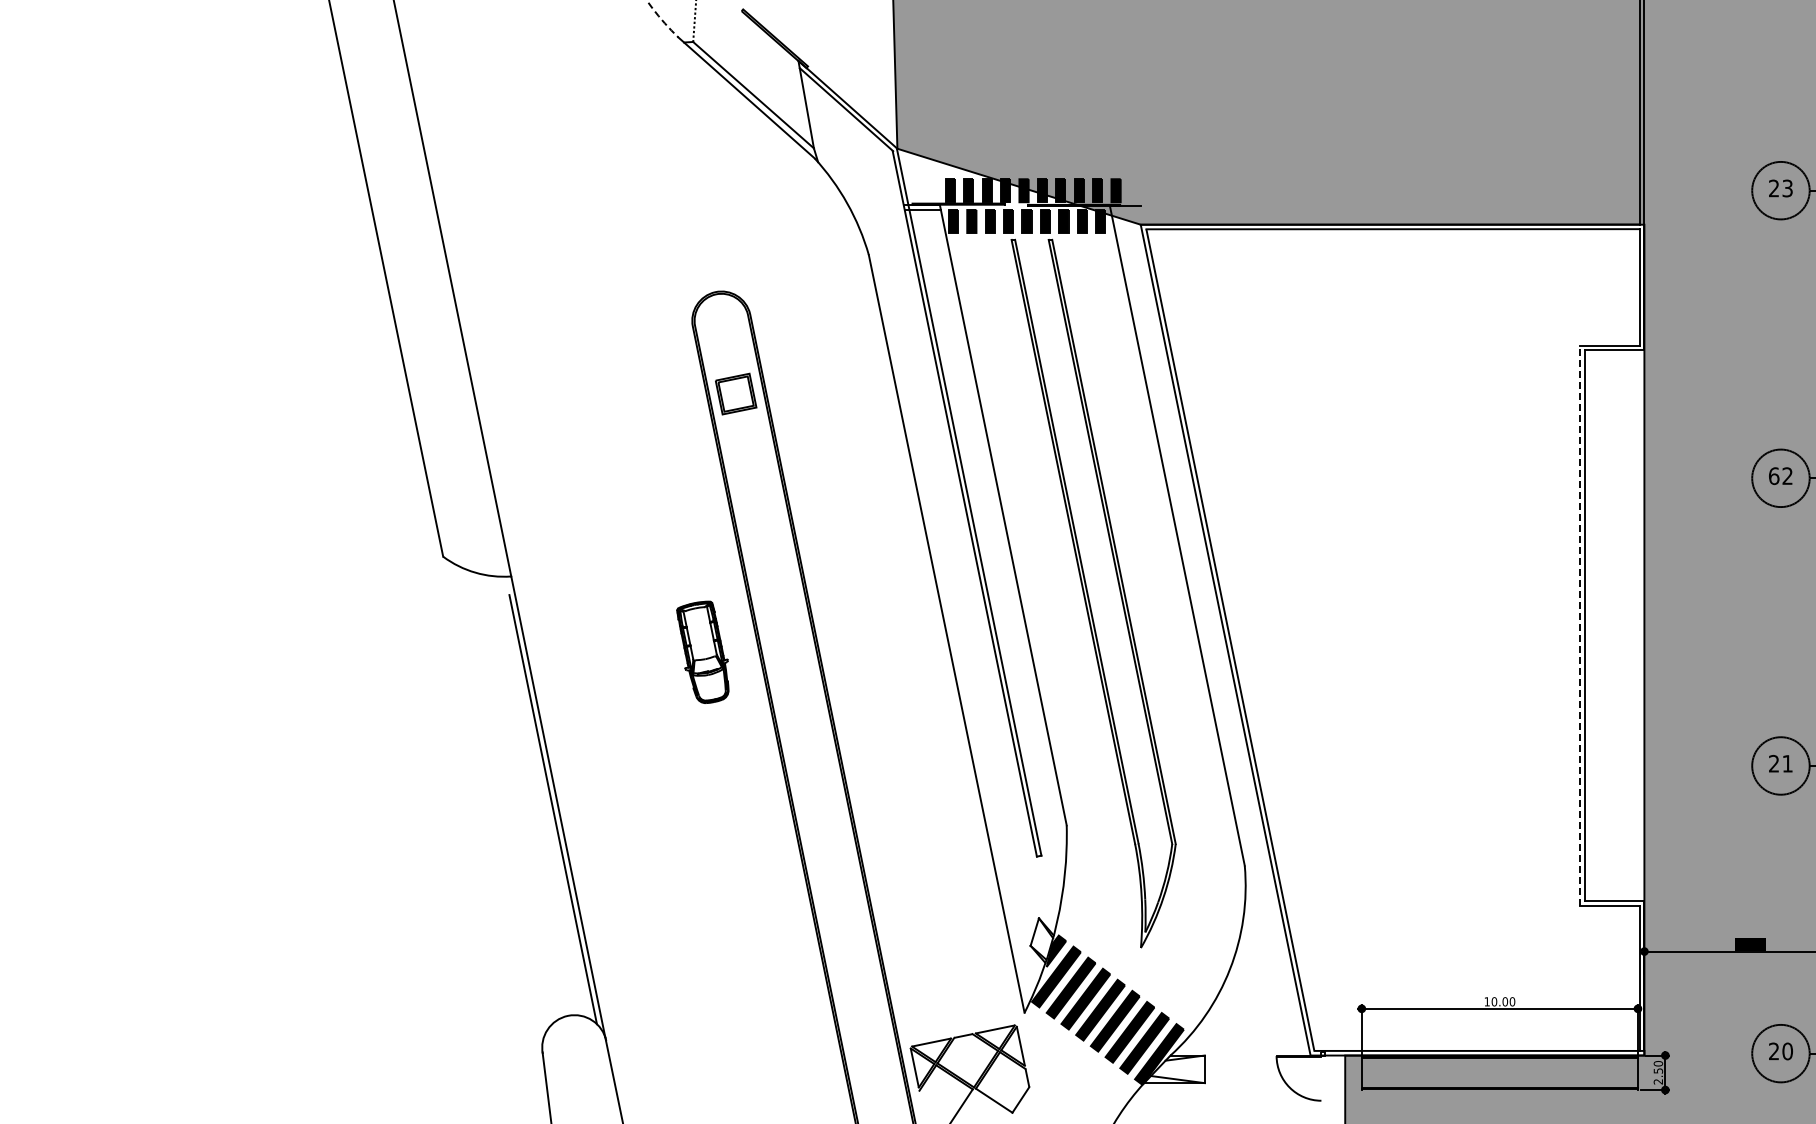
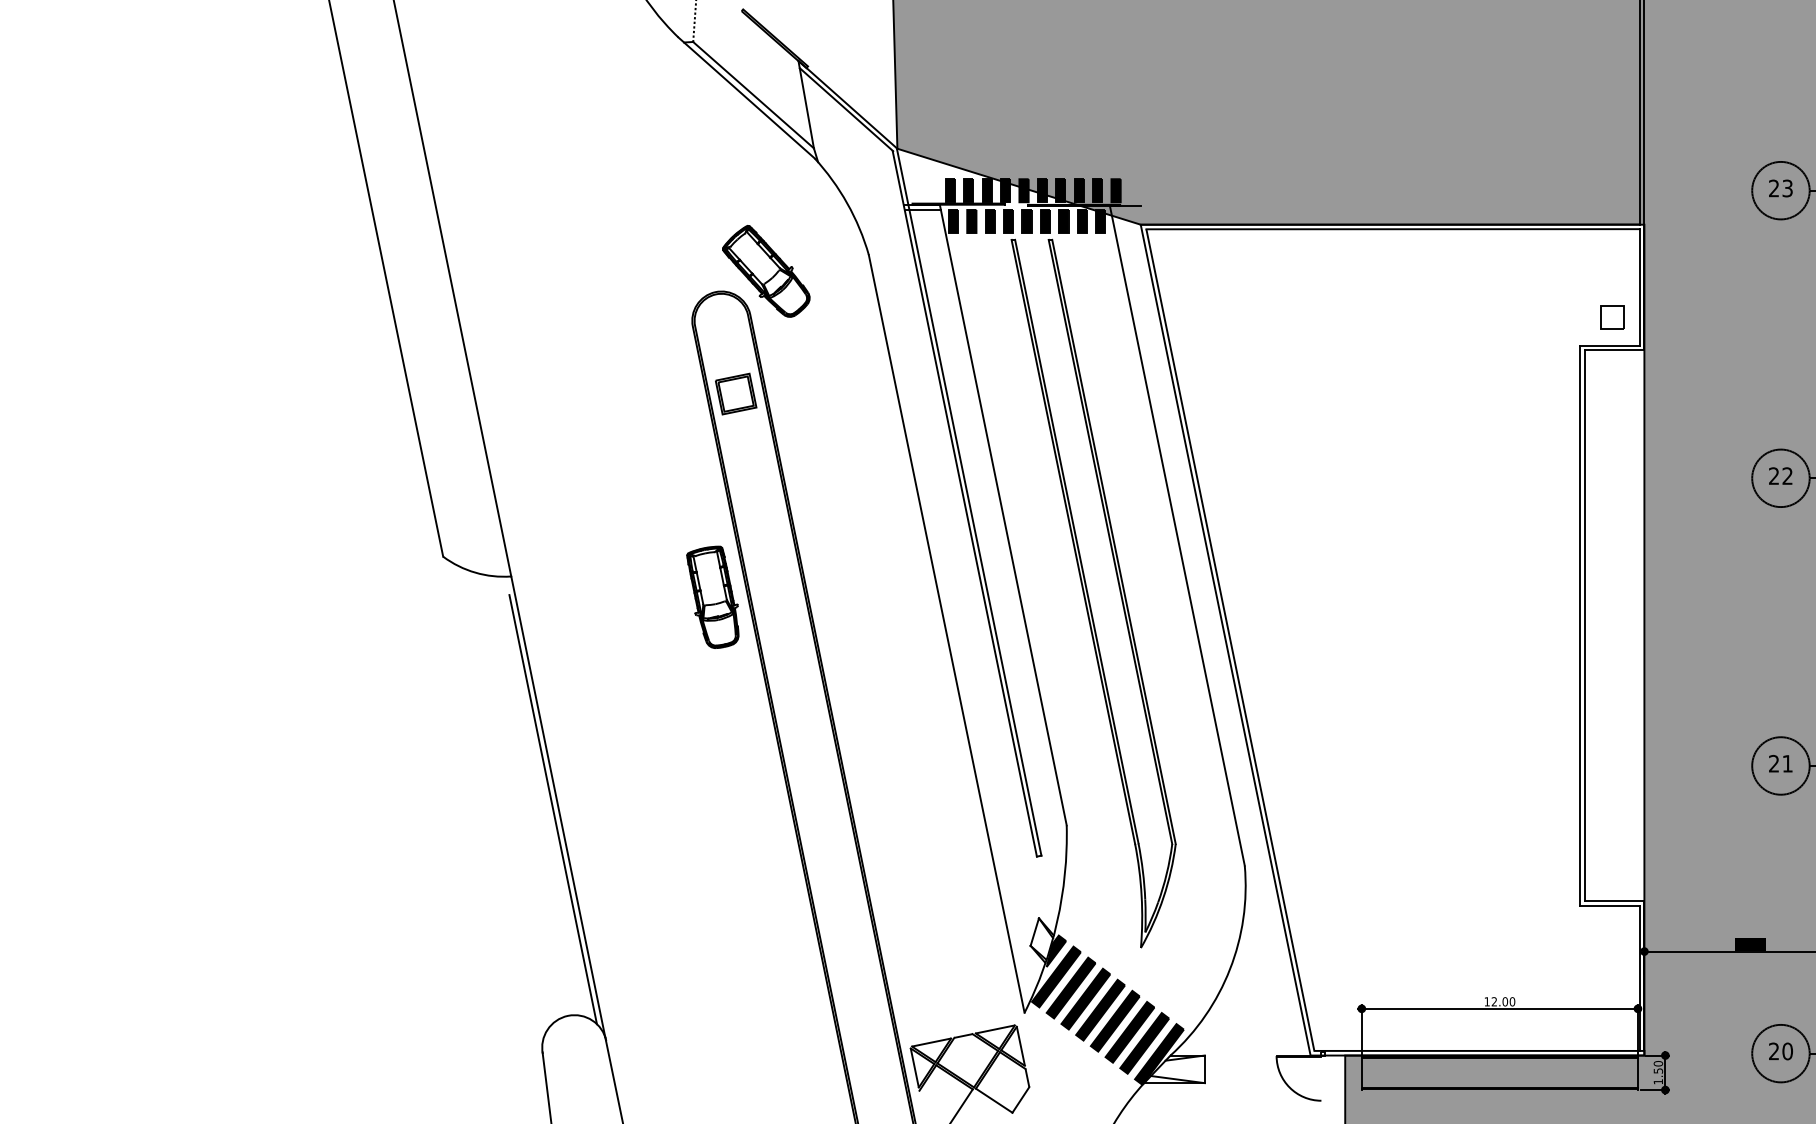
arc at (661, 19): dashed -> solid
part at (766, 271): none -> present
part at (1612, 317): none -> present
text at (1774, 475): 62 -> 22
line at (1579, 625): dashed -> solid
part at (702, 651) position: (702, 651) -> (712, 596)
text at (1494, 1001): 10.00 -> 12.00
text at (1657, 1081): 2.50 -> 1.50
